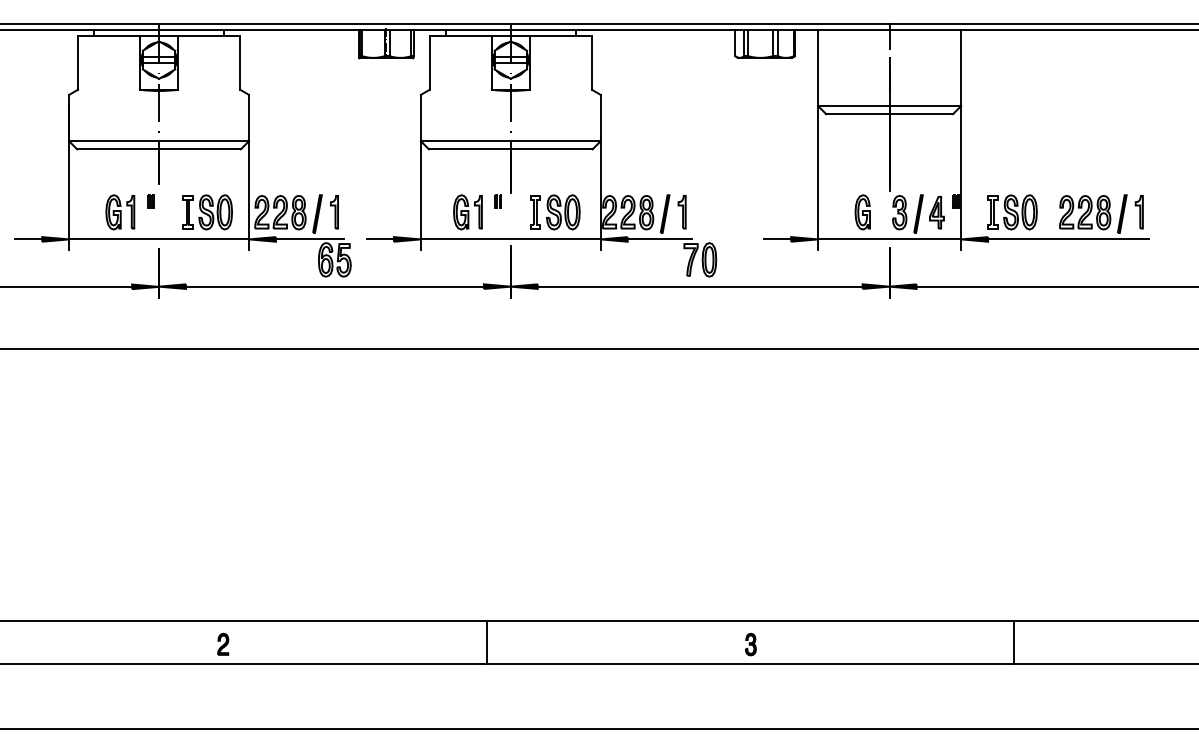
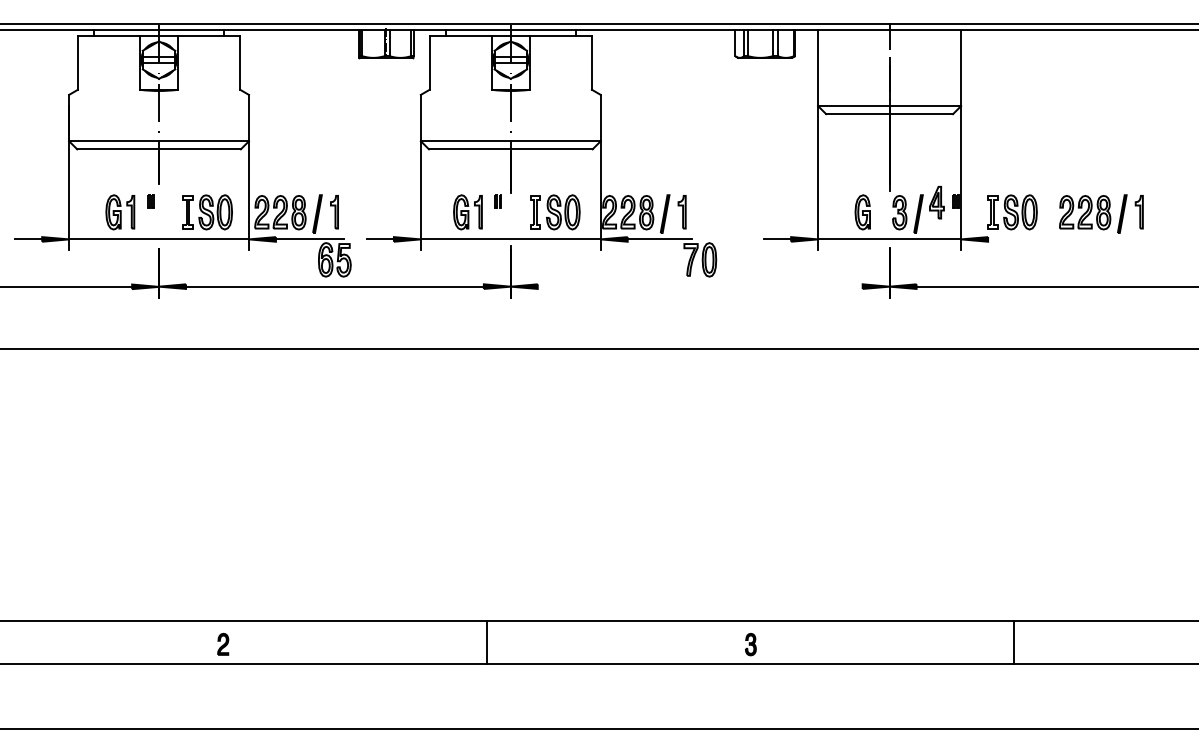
part at (936, 212) position: (936, 212) -> (936, 202)
line at (1068, 239): present -> none
line at (699, 286): present -> none
